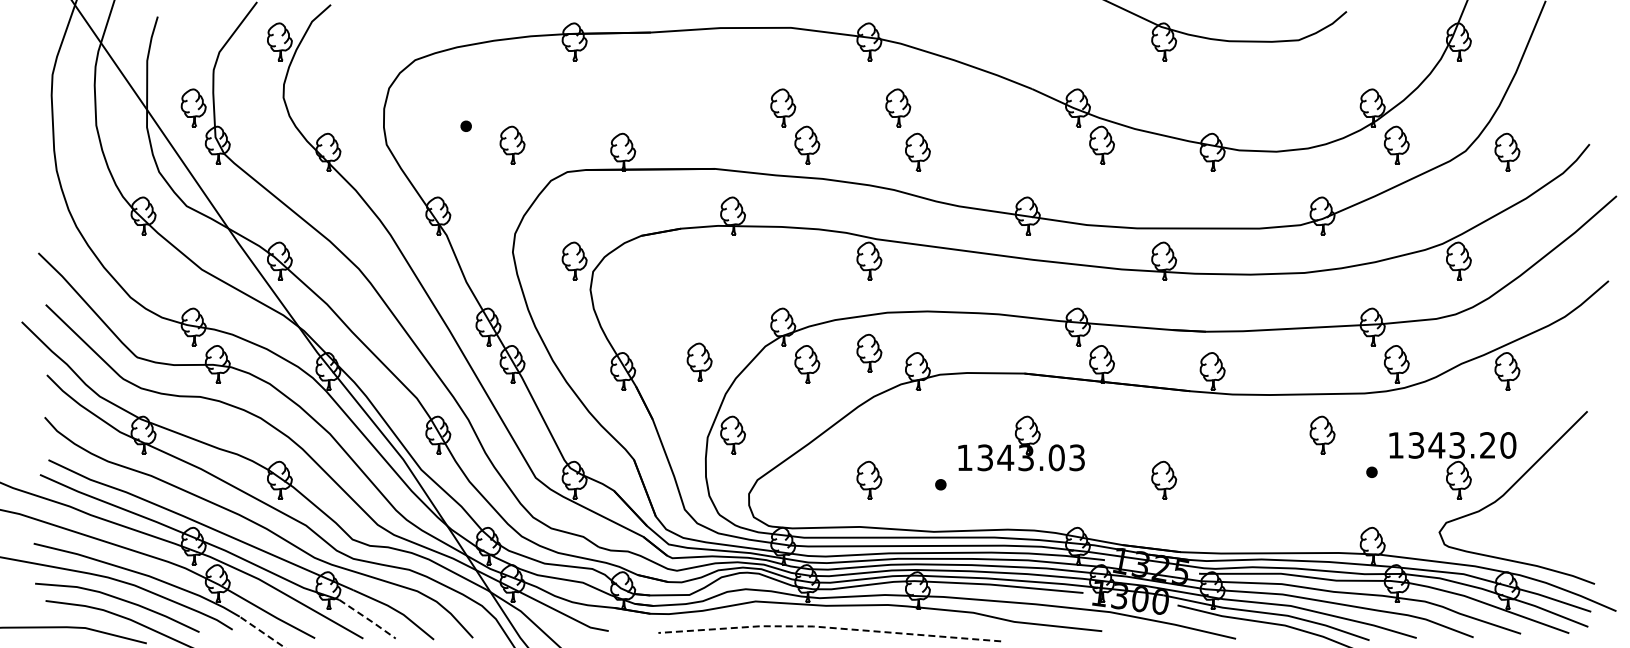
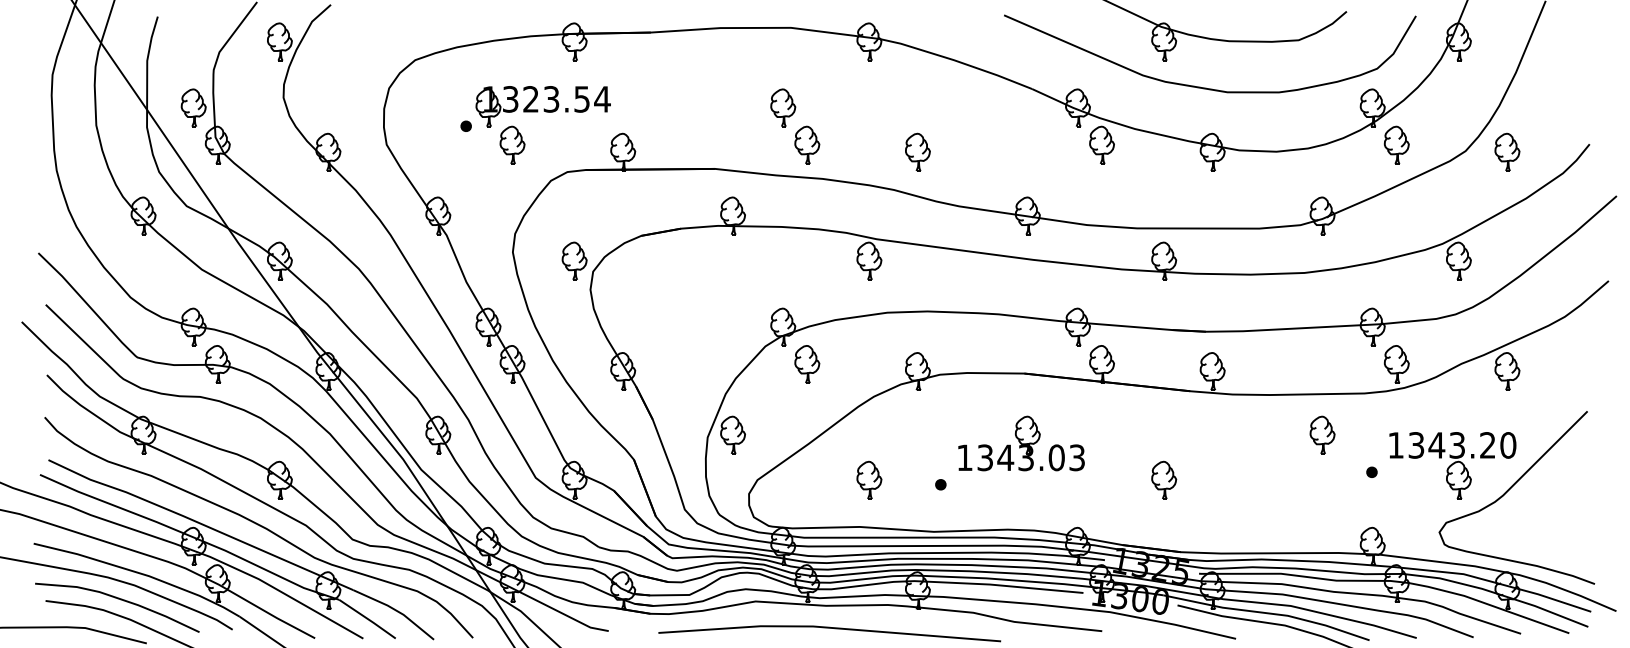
curve at (1206, 87): none -> present
part at (542, 106): none -> present
part at (898, 107): present -> none
part at (869, 352): present -> none
part at (699, 361): present -> none
line at (368, 619): dashed -> solid
line at (828, 627): dashed -> solid
line at (261, 631): dashed -> solid
